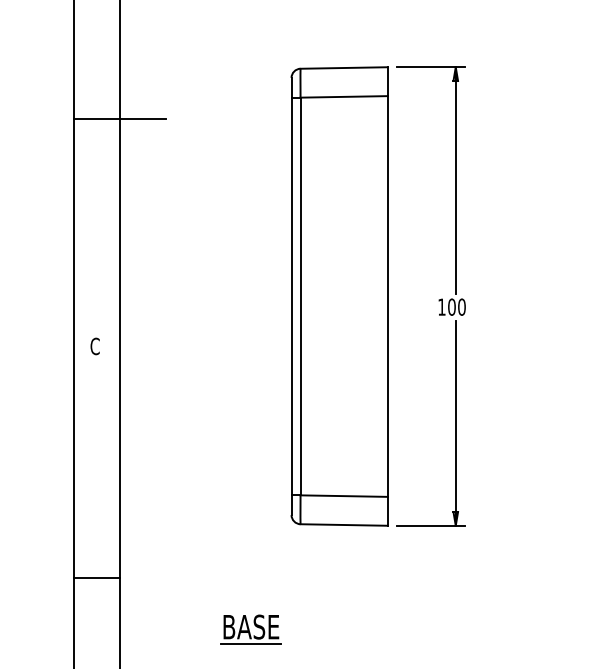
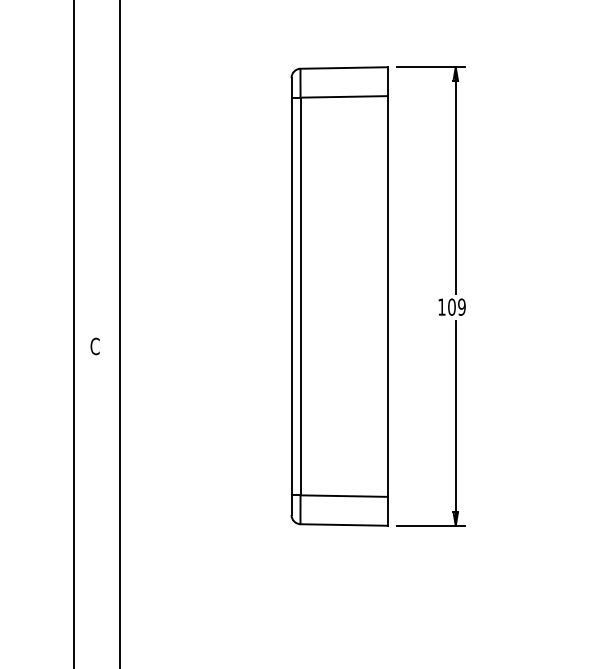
line at (120, 119): present -> none
text at (461, 306): 100 -> 109
line at (97, 577): present -> none
part at (250, 629): present -> none
